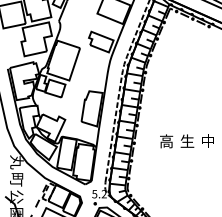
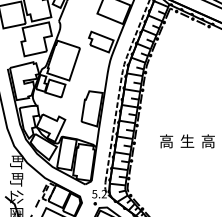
text at (207, 141): 中 -> 高
text at (16, 162): 丸 -> 町
